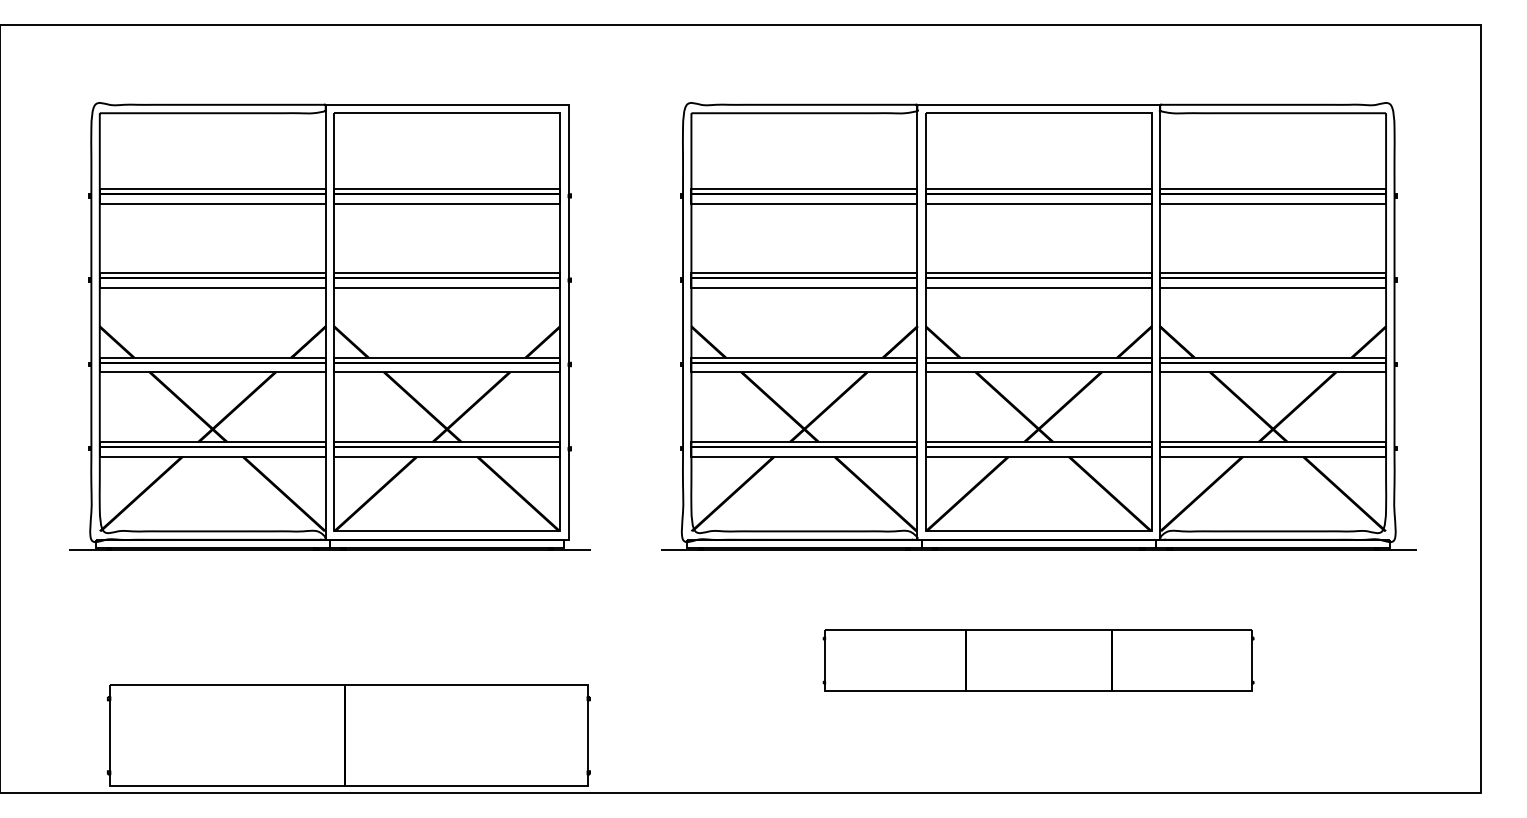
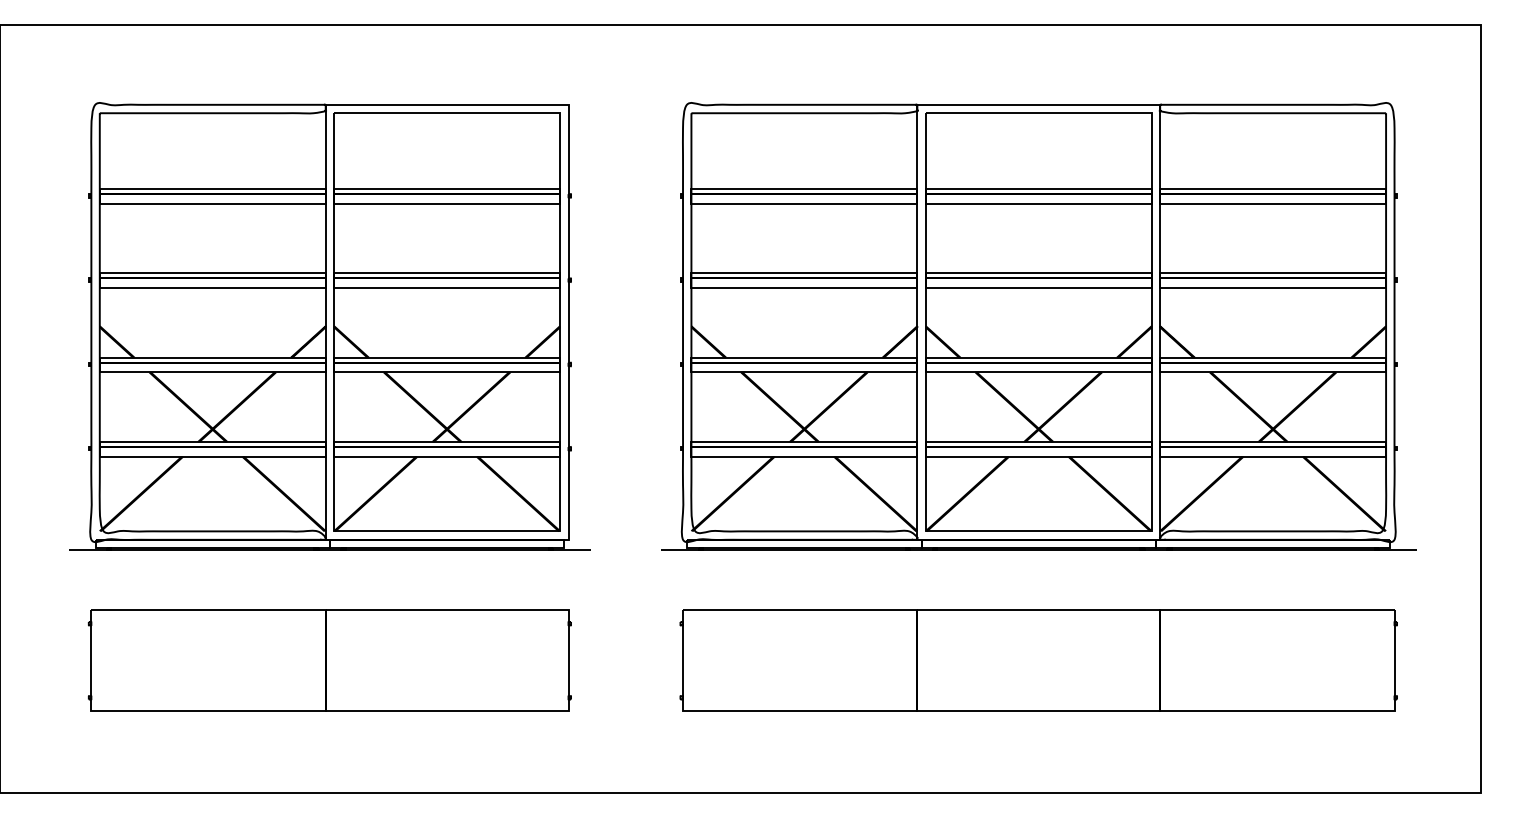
part at (1038, 660) size: 433x63 px -> 719x103 px
part at (348, 735) position: (348, 735) -> (329, 660)
